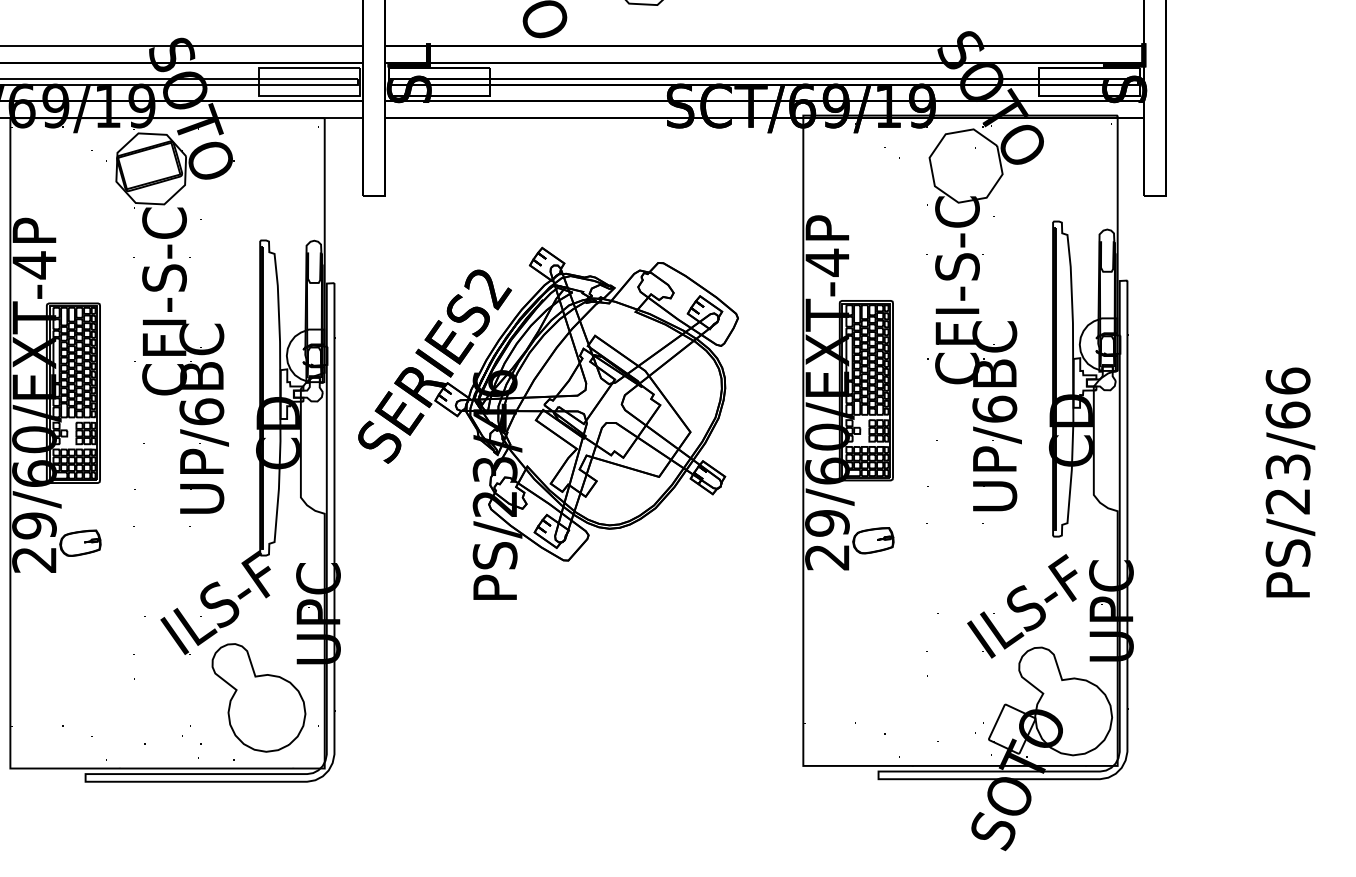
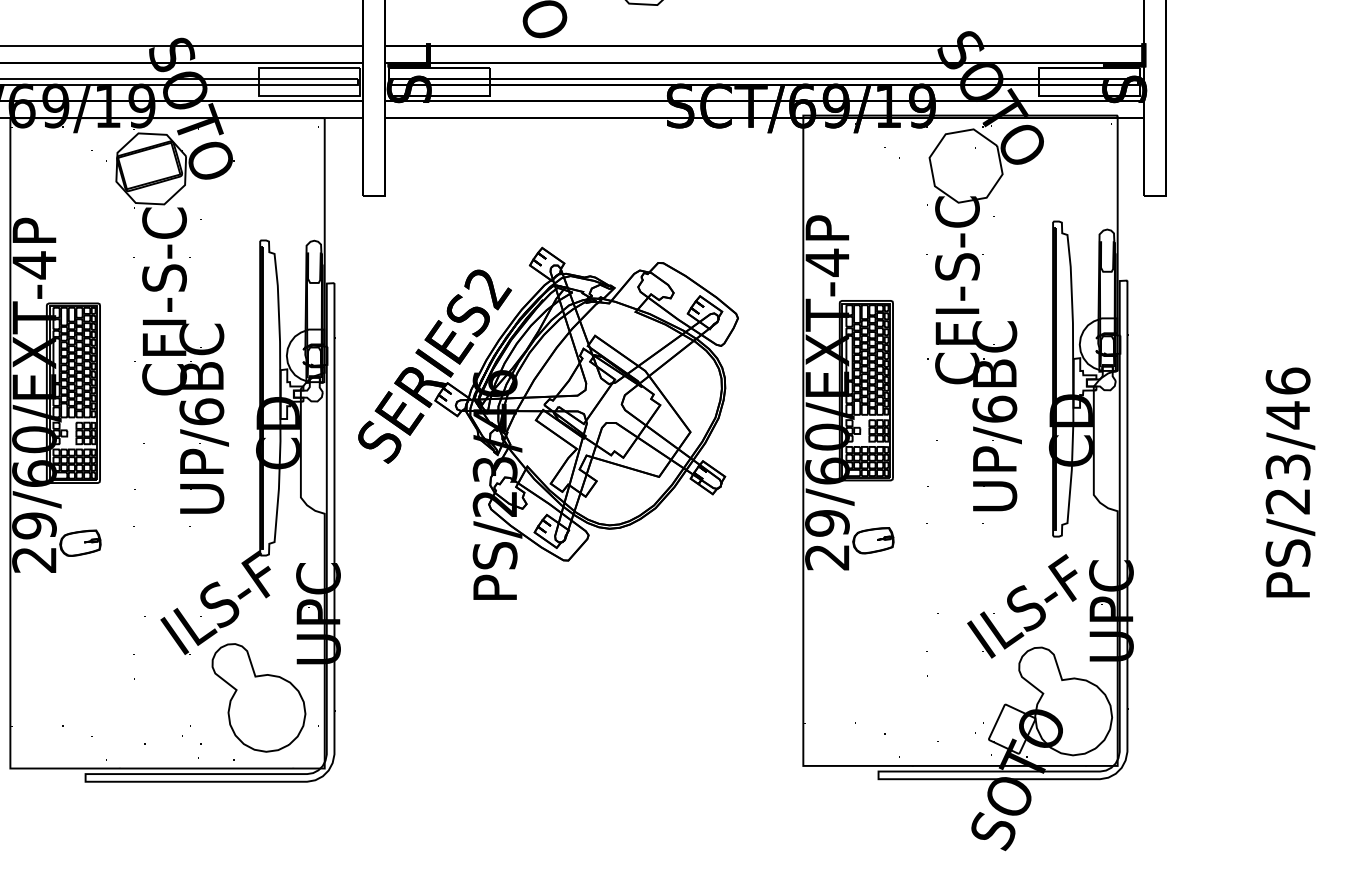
text at (1287, 415): PS/23/66 -> PS/23/46
